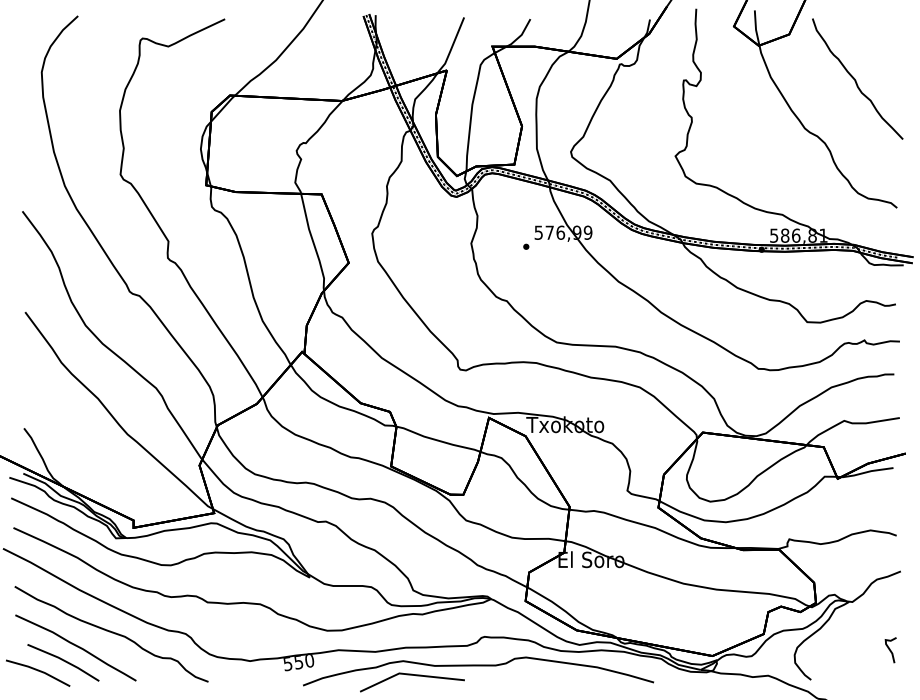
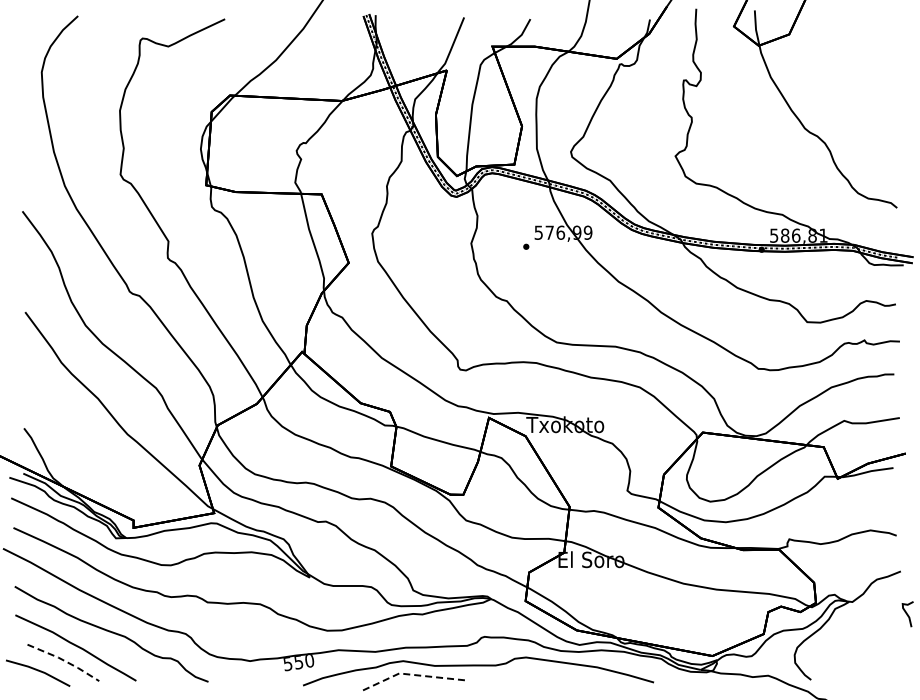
curve at (855, 78): present -> none
curve at (890, 650) position: (890, 650) -> (907, 614)
line at (64, 660): solid -> dashed
line at (409, 674): solid -> dashed
